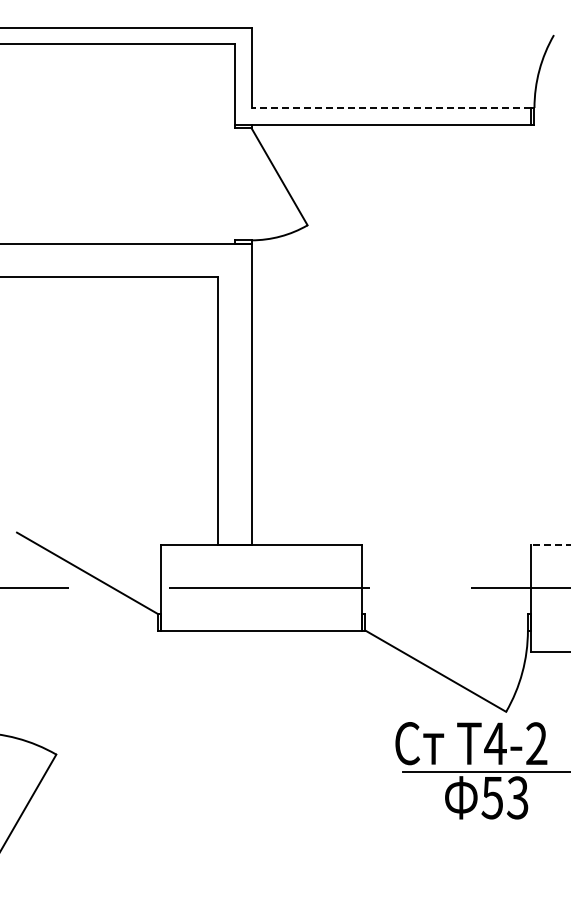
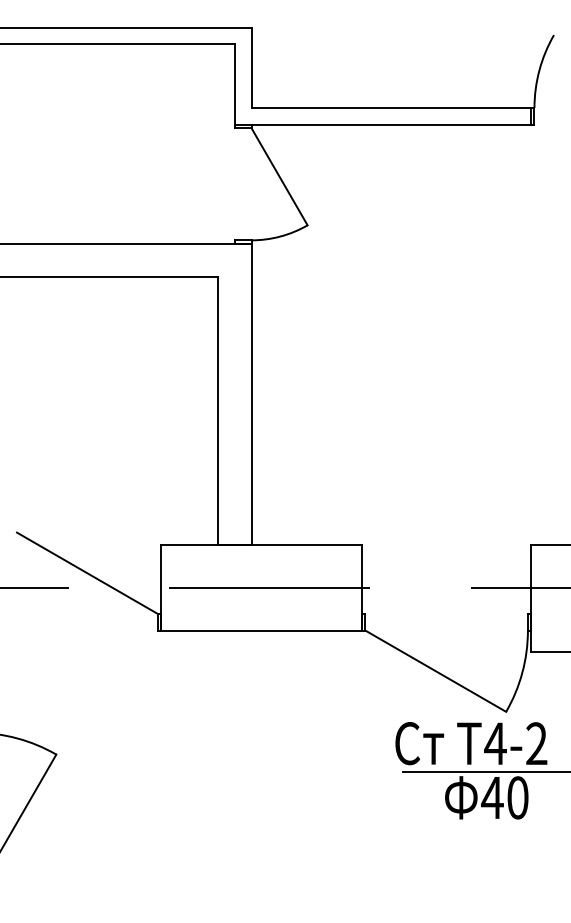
line at (391, 108): dashed -> solid
line at (550, 545): dashed -> solid
text at (504, 797): 53 -> 40
